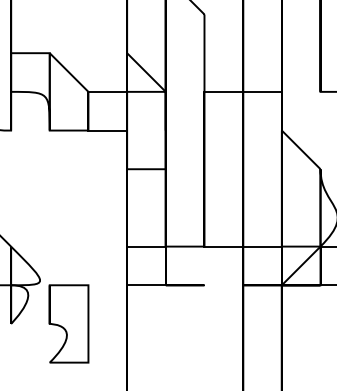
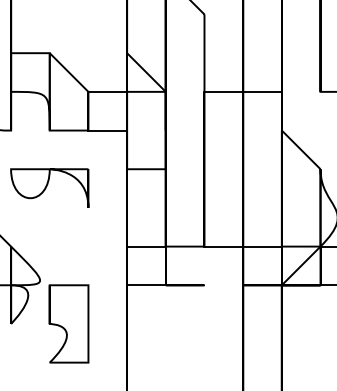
part at (49, 187): none -> present
